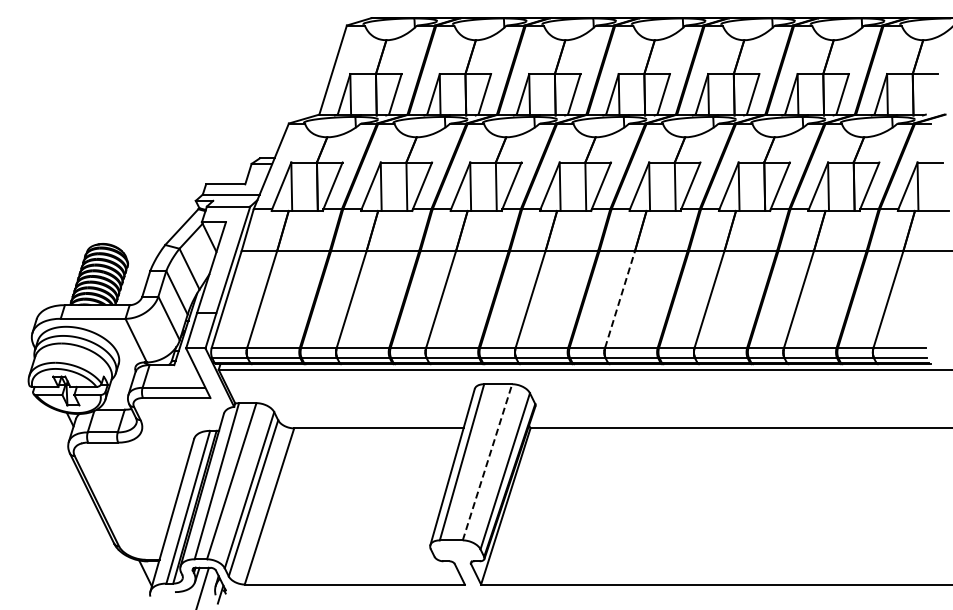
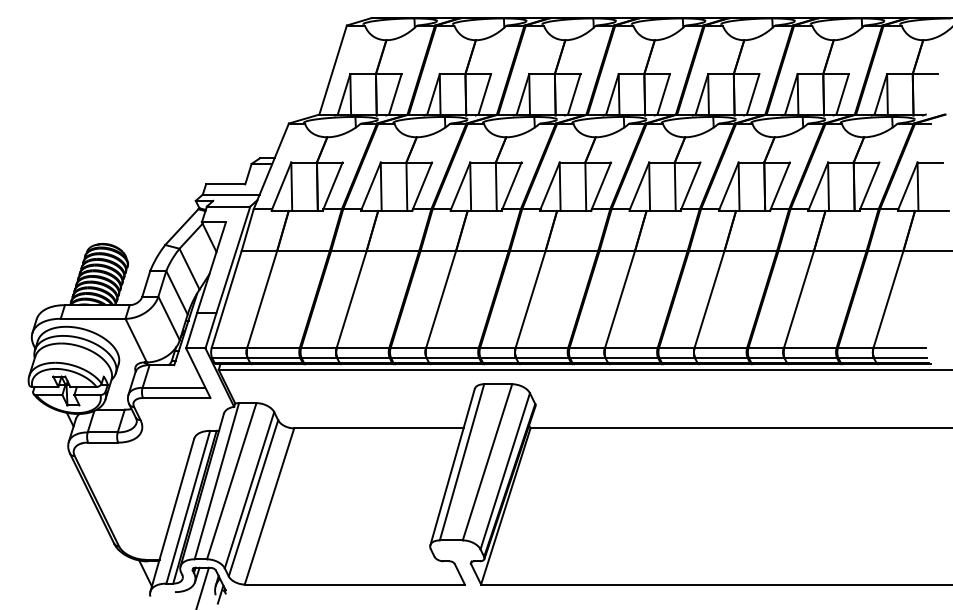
line at (620, 299): dashed -> solid
line at (487, 462): dashed -> solid
